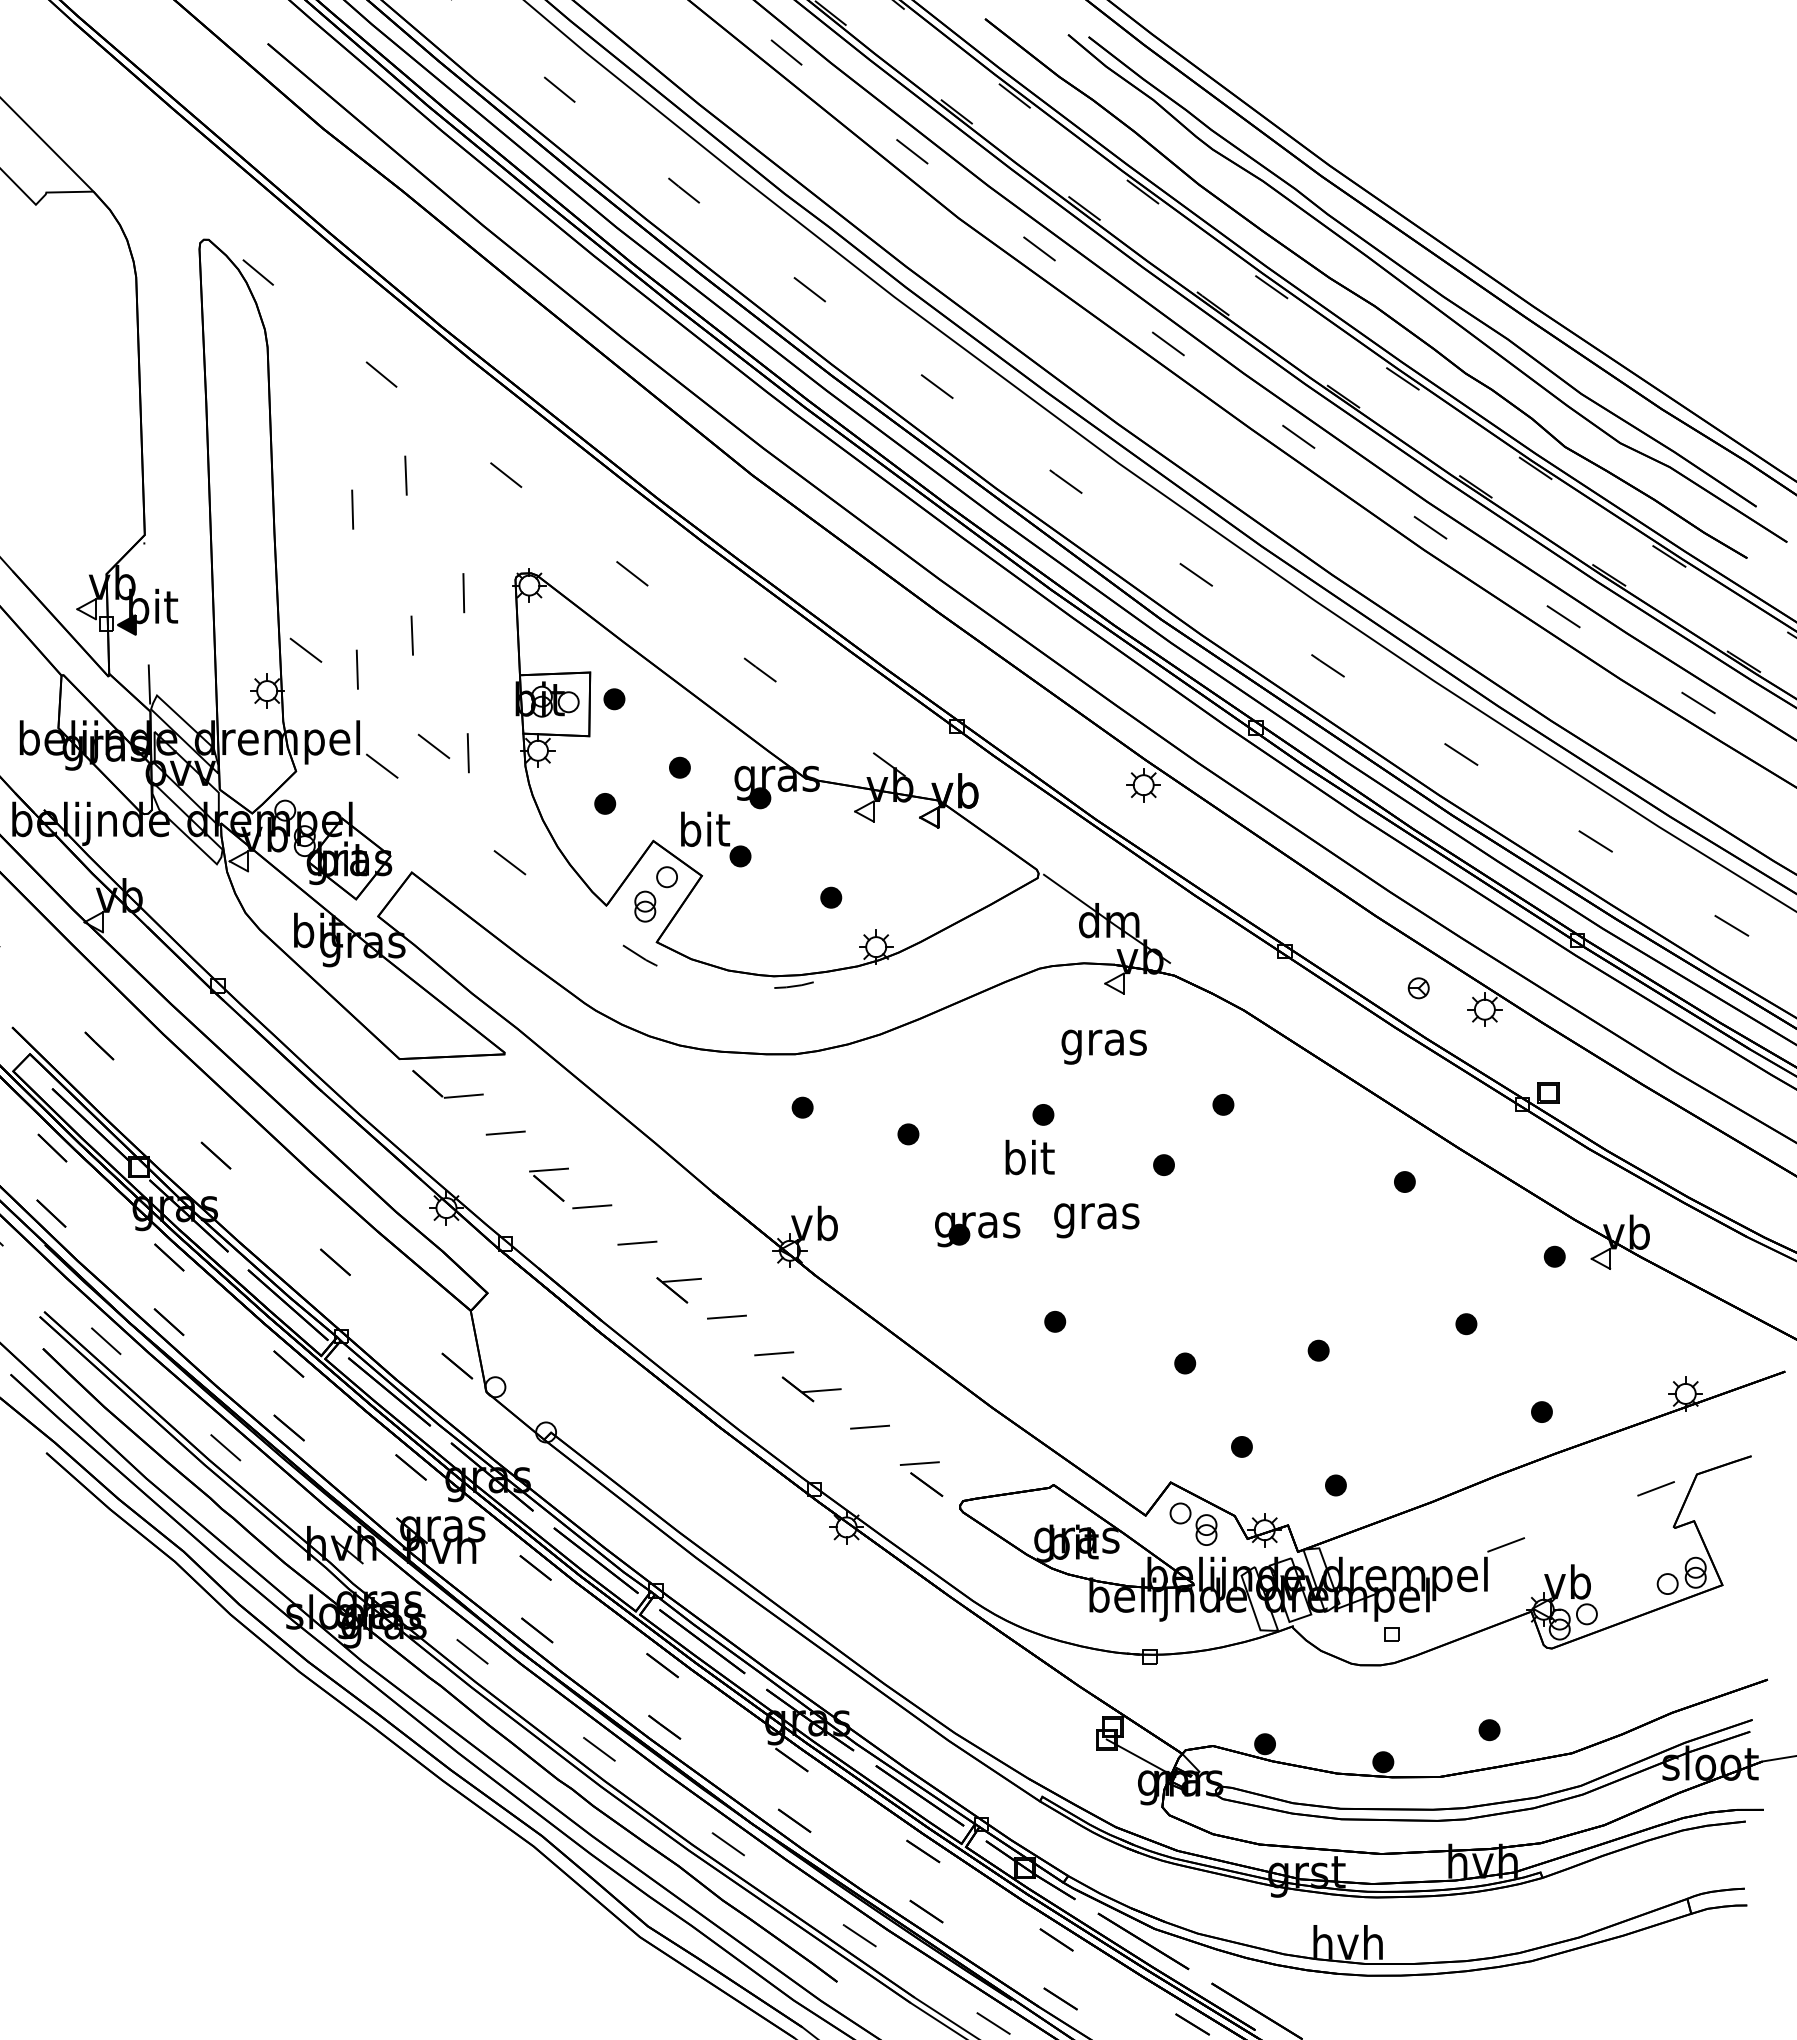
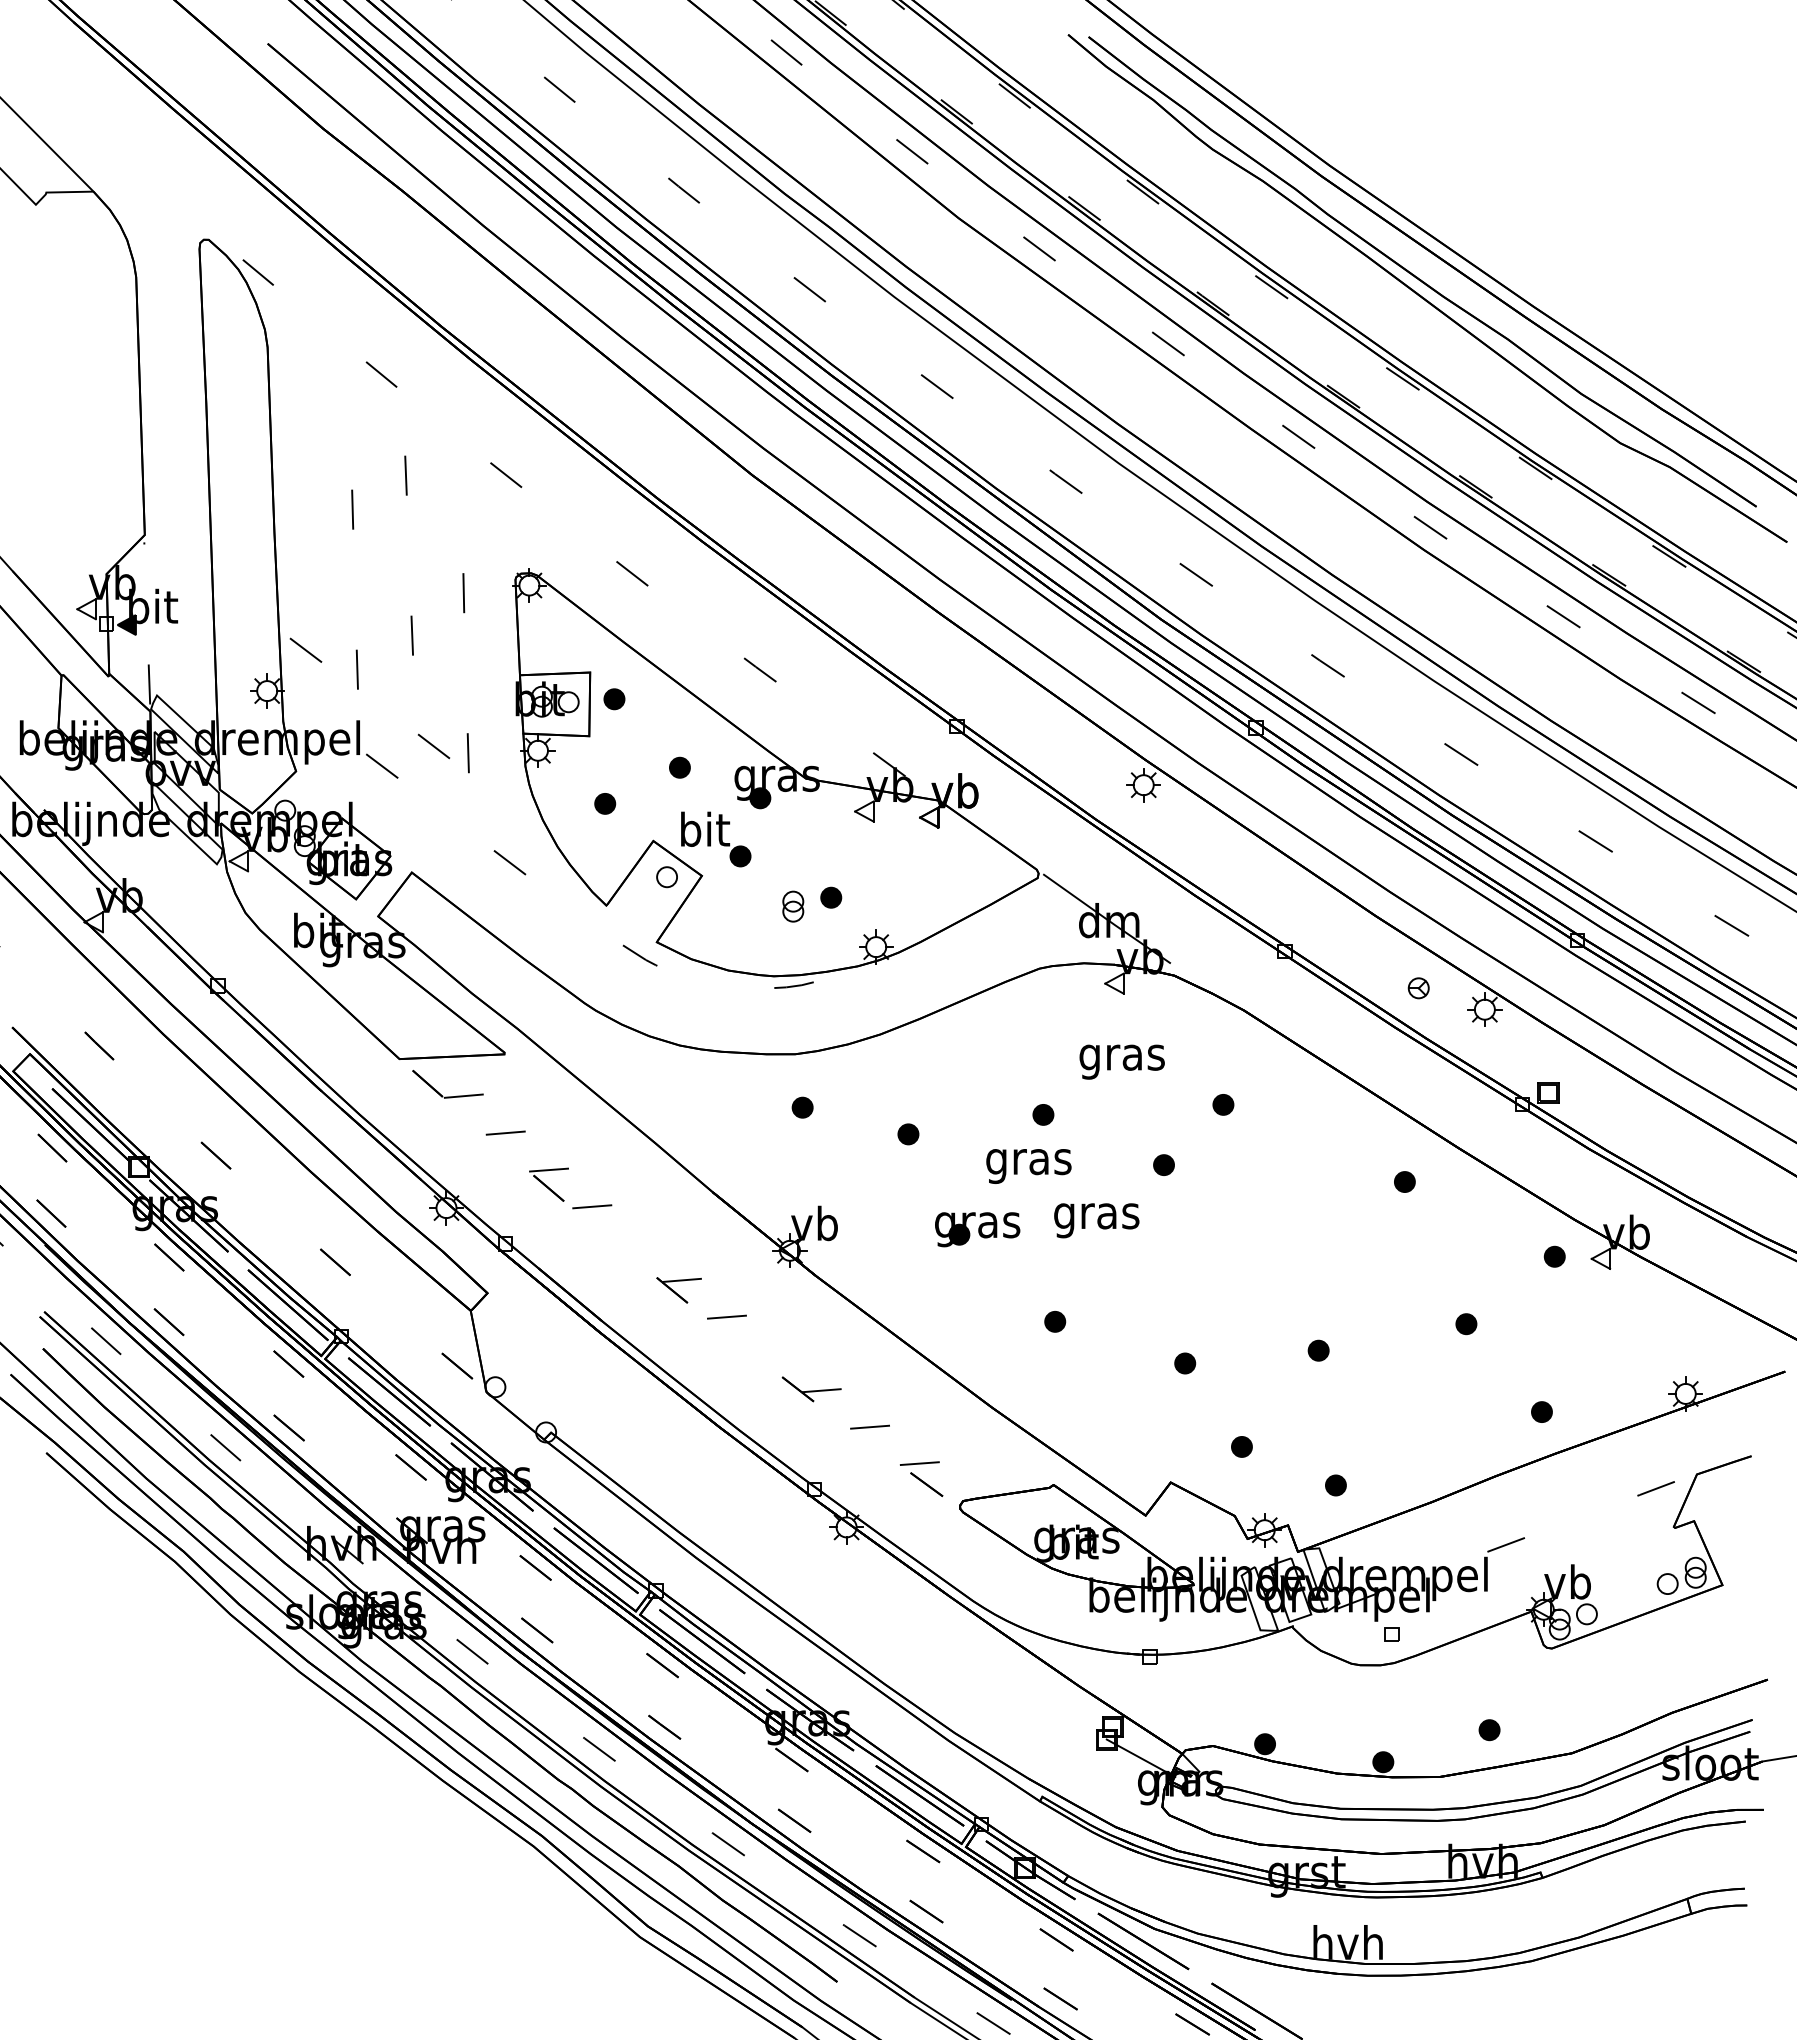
part at (1361, 296): present -> none
part at (645, 906) position: (645, 906) -> (793, 906)
text at (1103, 1046) position: (1103, 1046) -> (1121, 1061)
text at (1028, 1161): bit -> gras
line at (637, 1242): present -> none
line at (774, 1353): present -> none
part at (1193, 1523): present -> none
